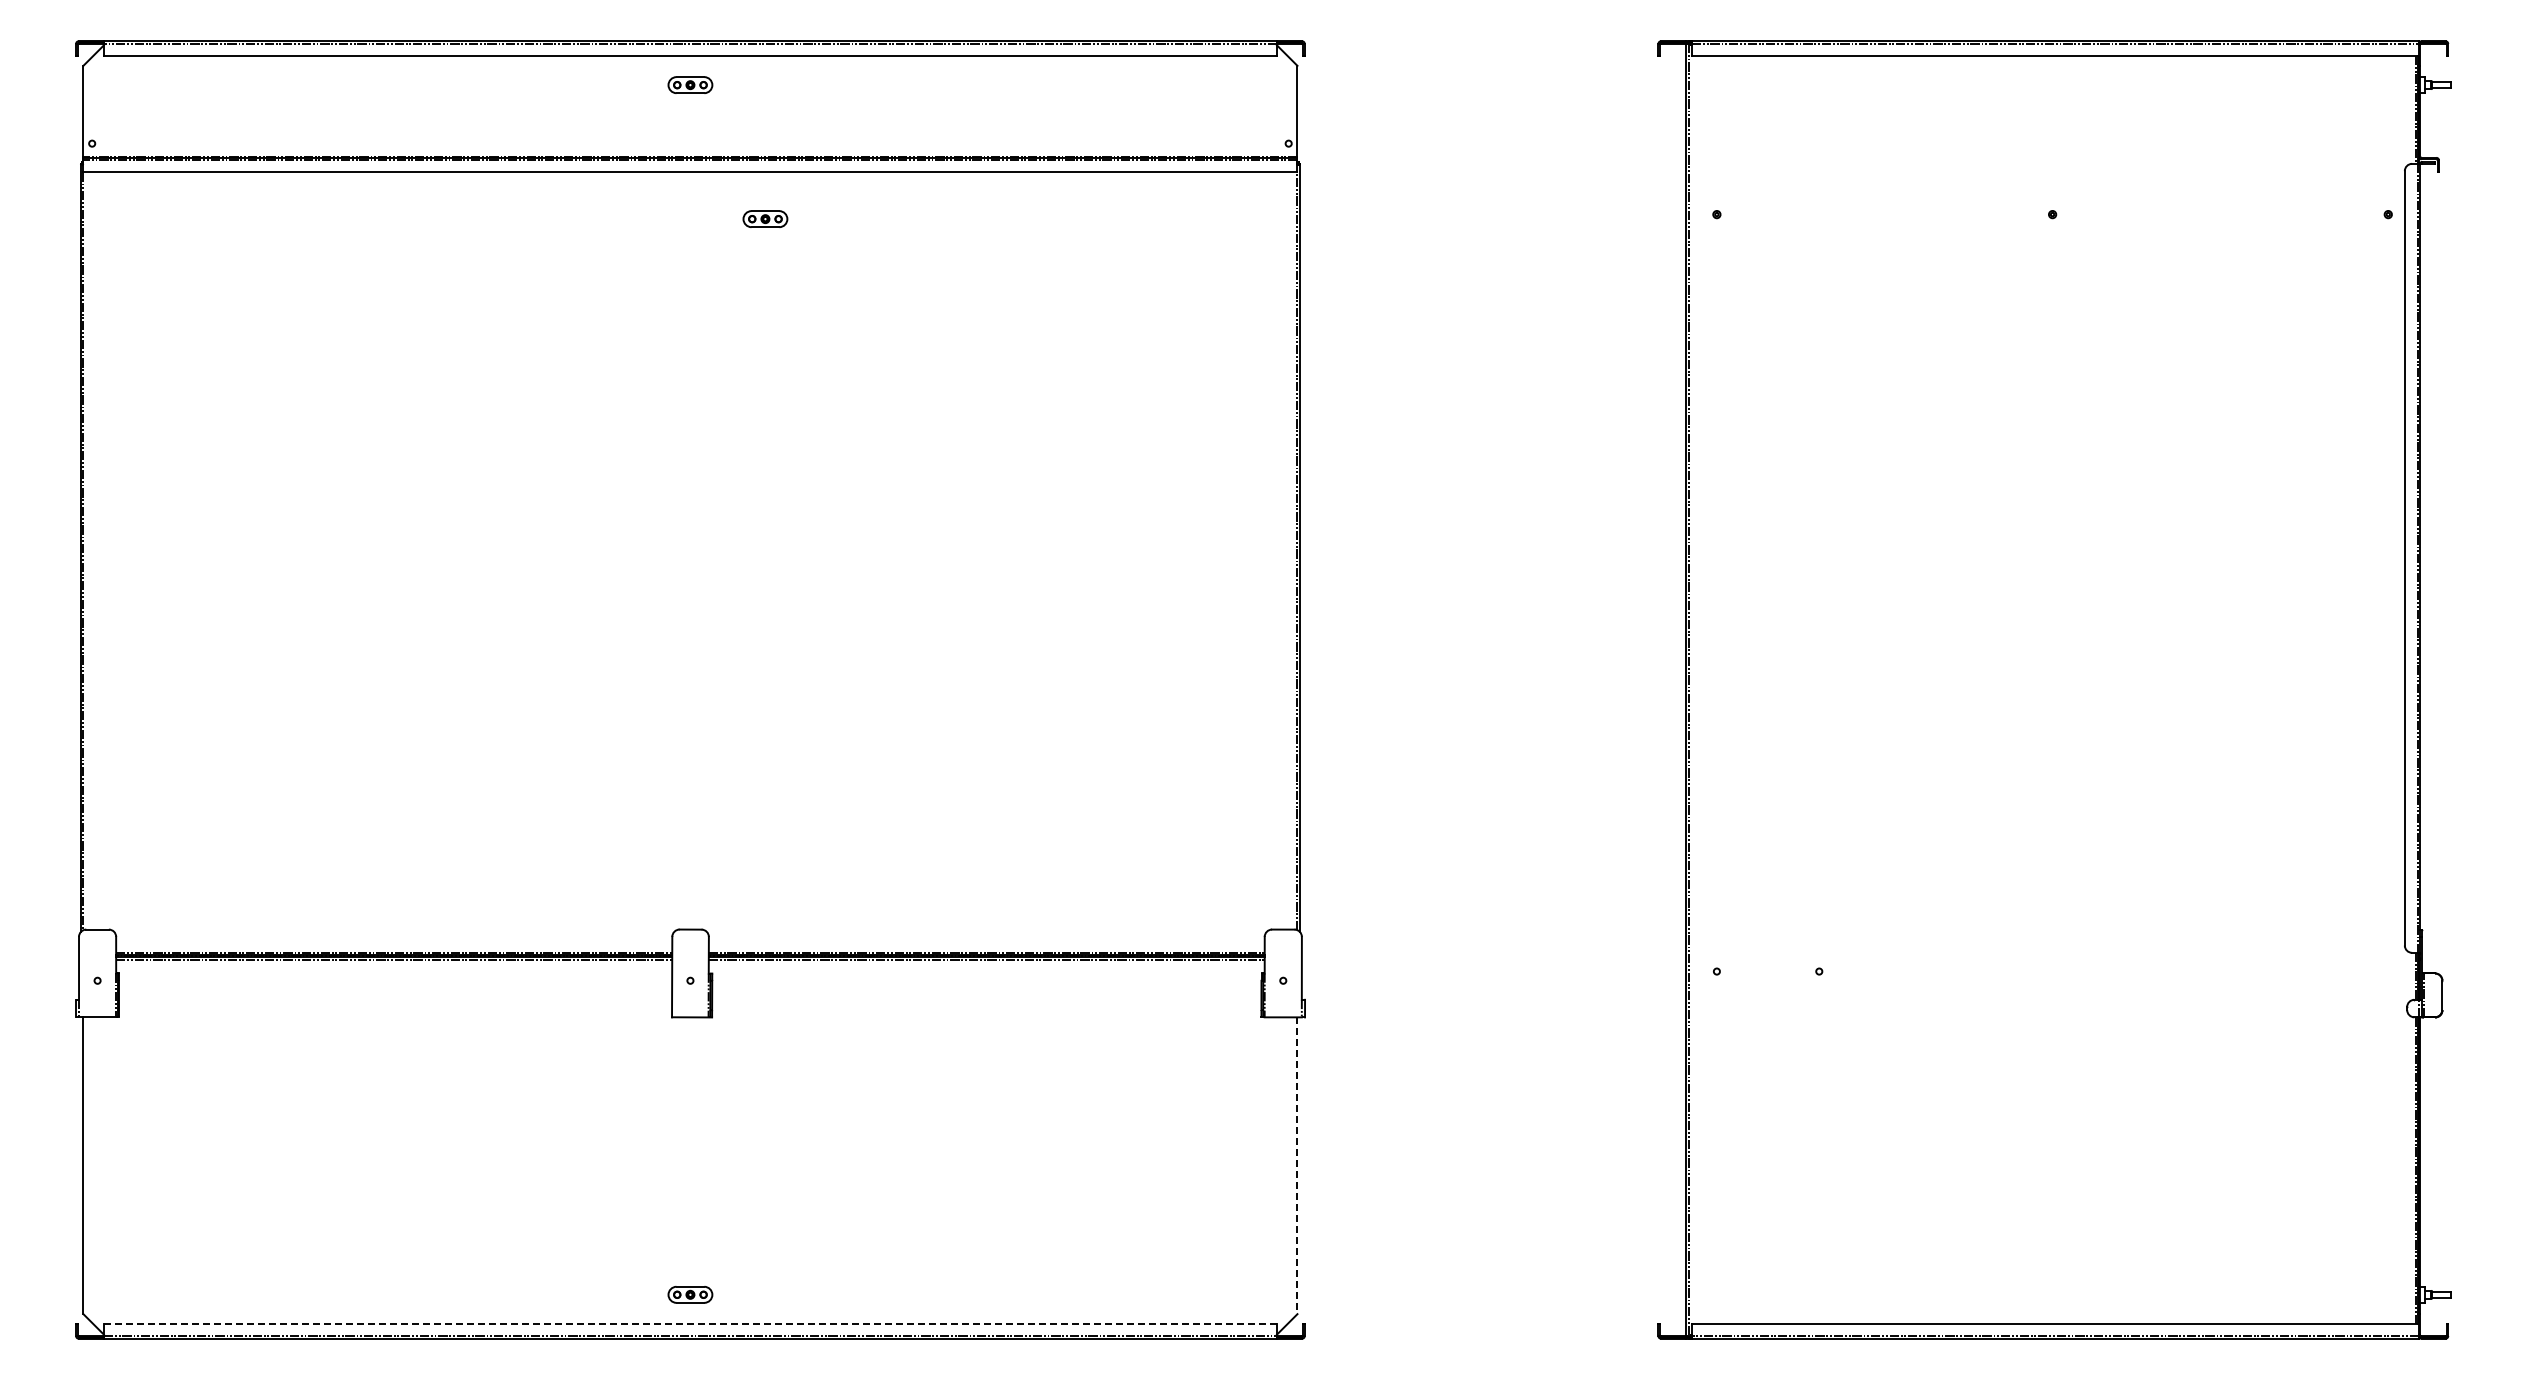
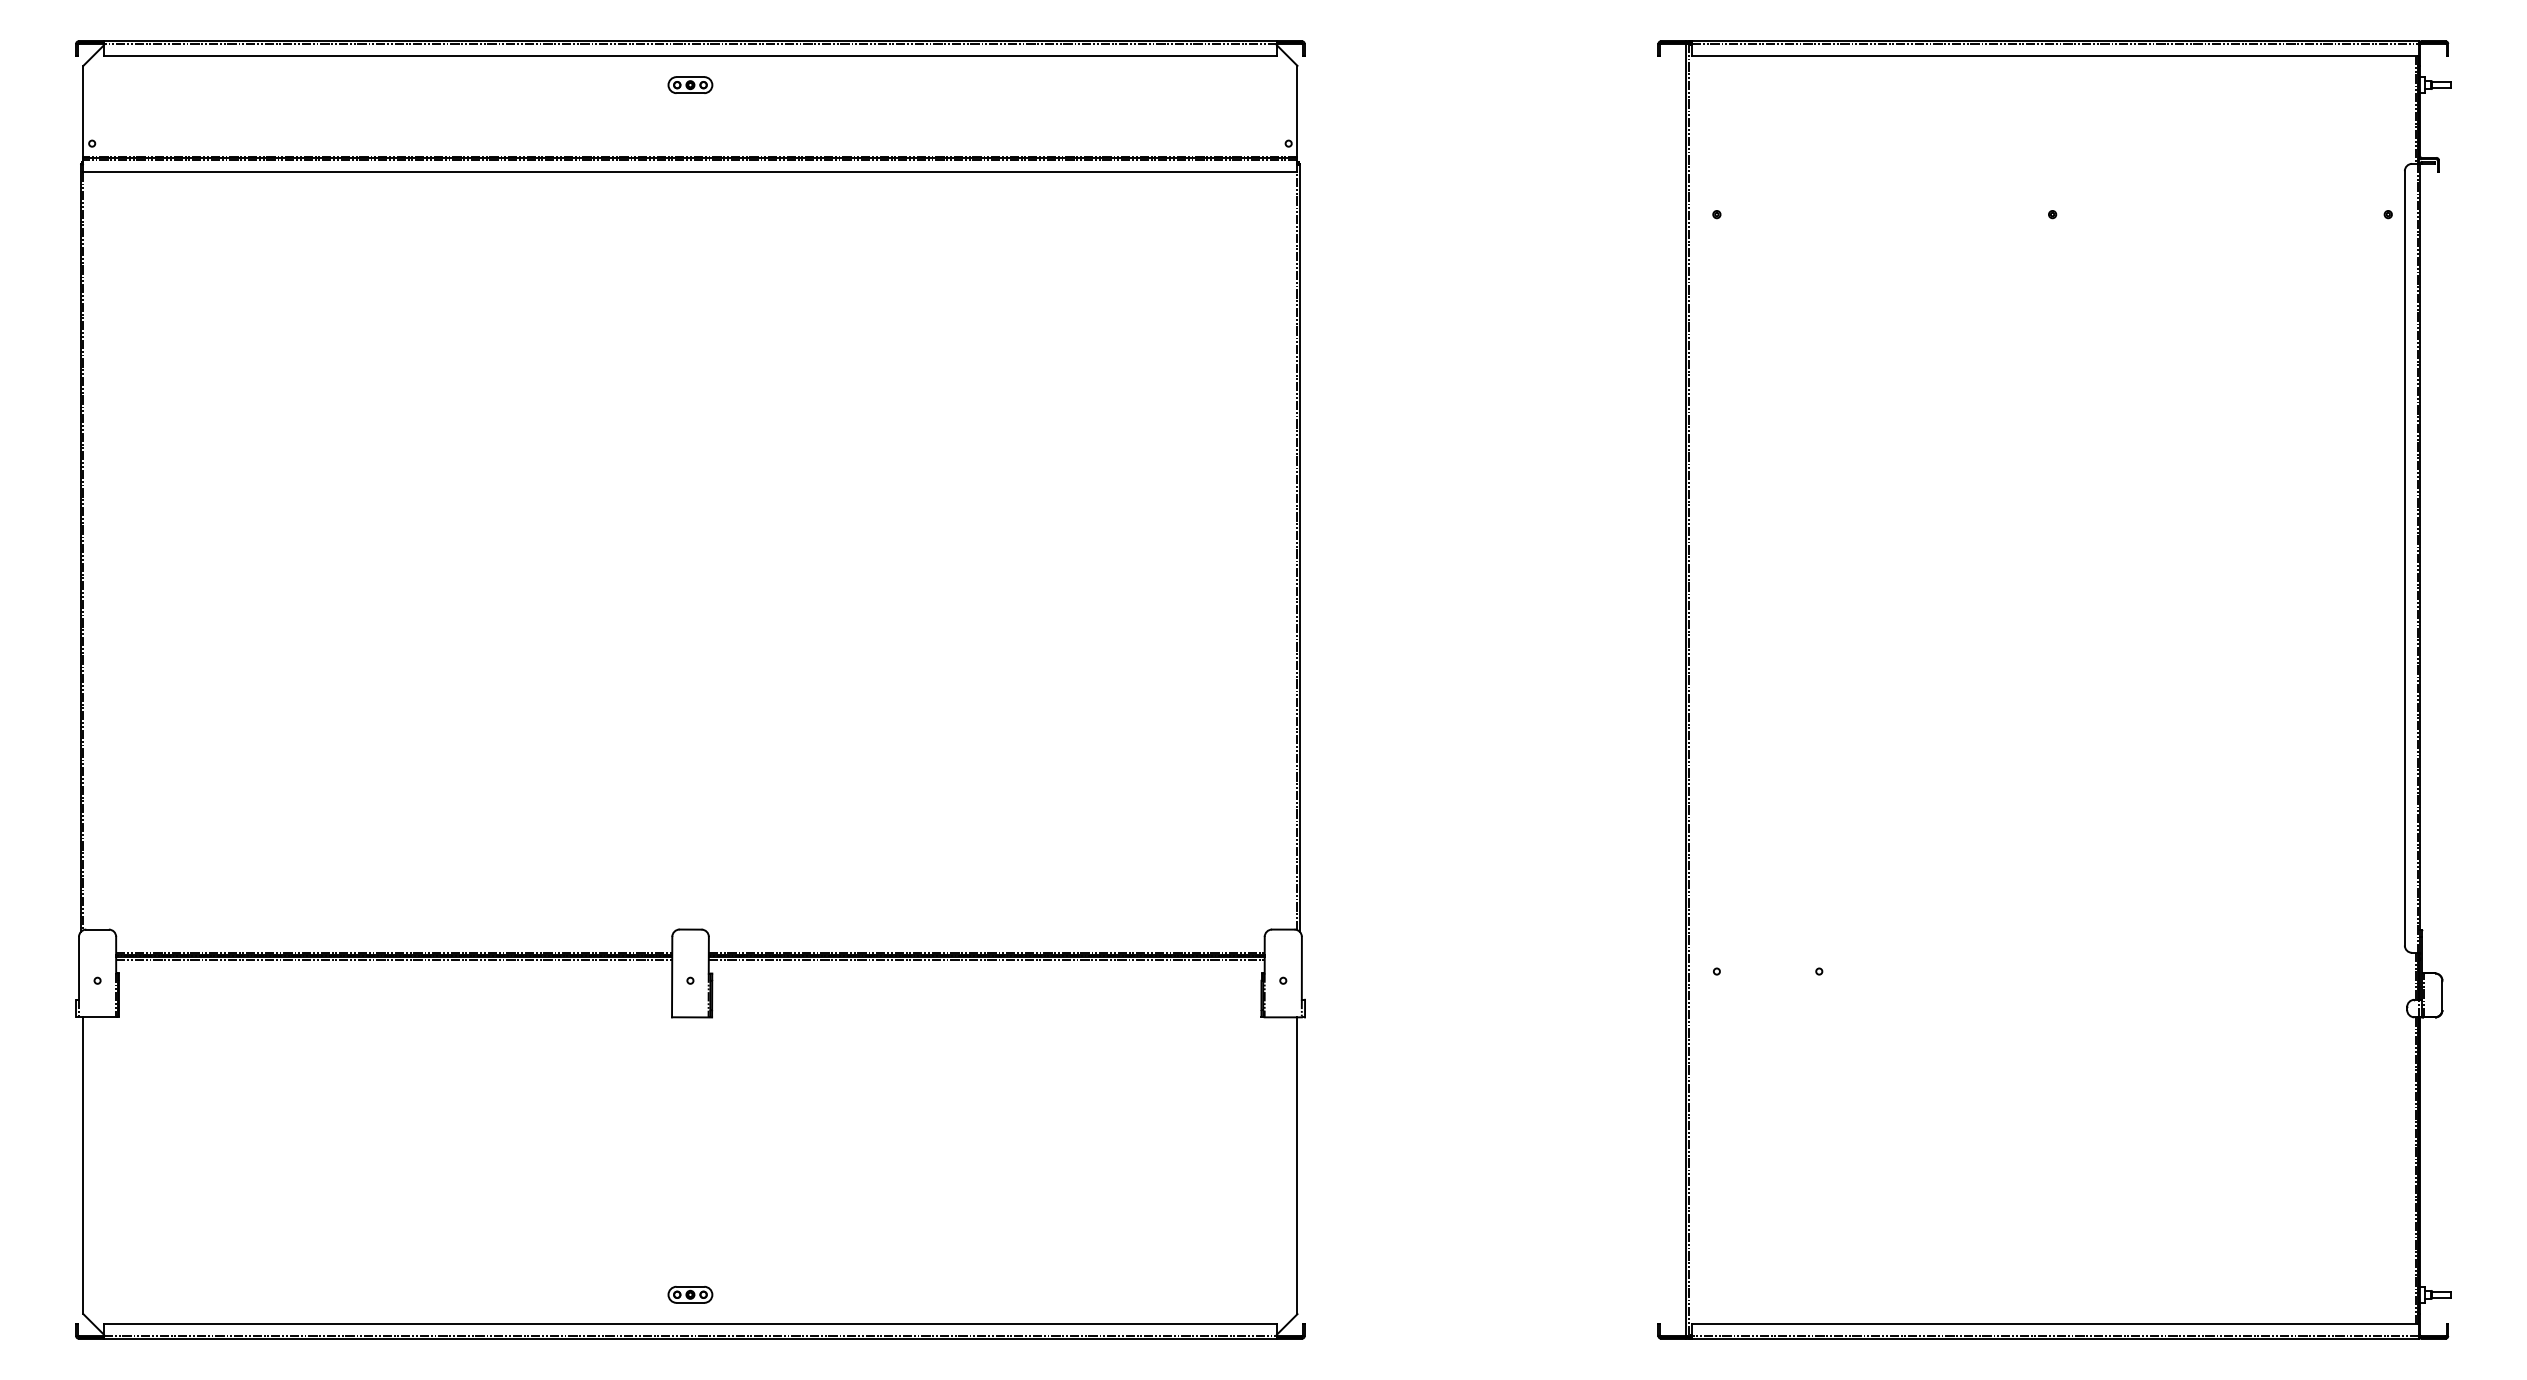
part at (765, 218): present -> none
line at (1297, 1166): dashed -> solid
line at (690, 1324): dashed -> solid
